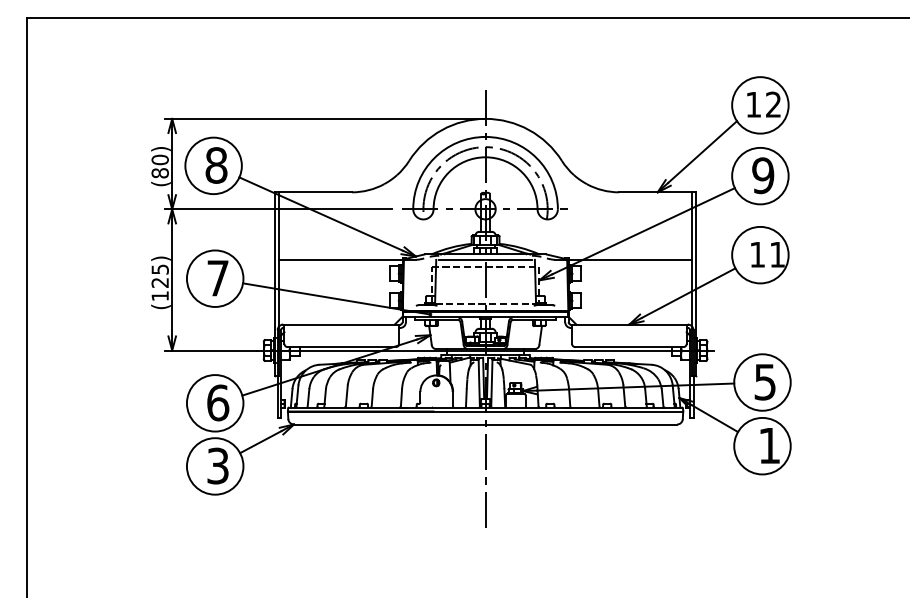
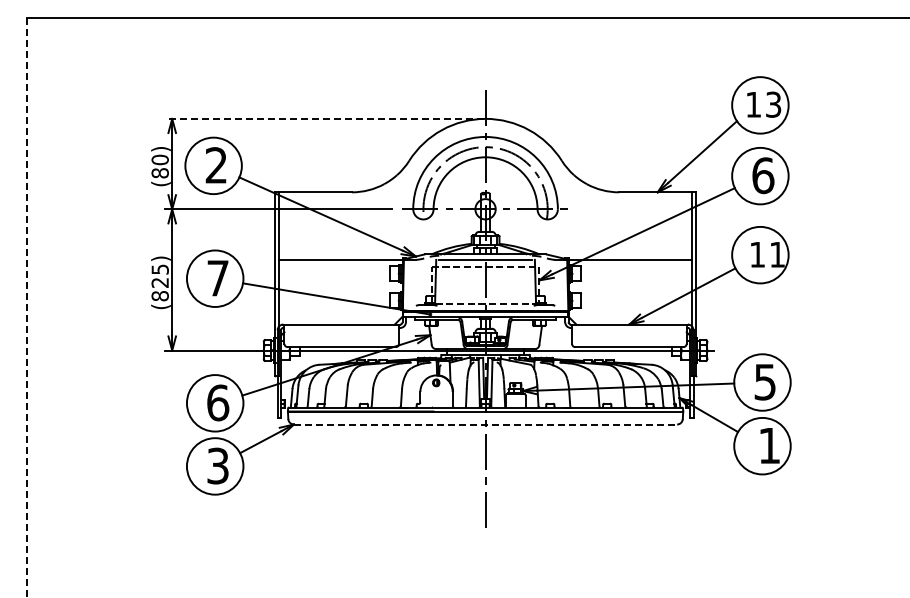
text at (773, 104): 12 -> 13
line at (324, 118): solid -> dashed
text at (216, 165): 8 -> 2
text at (763, 175): 9 -> 6
text at (159, 296): (125) -> (825)
line at (27, 307): solid -> dashed
line at (485, 424): solid -> dashed
